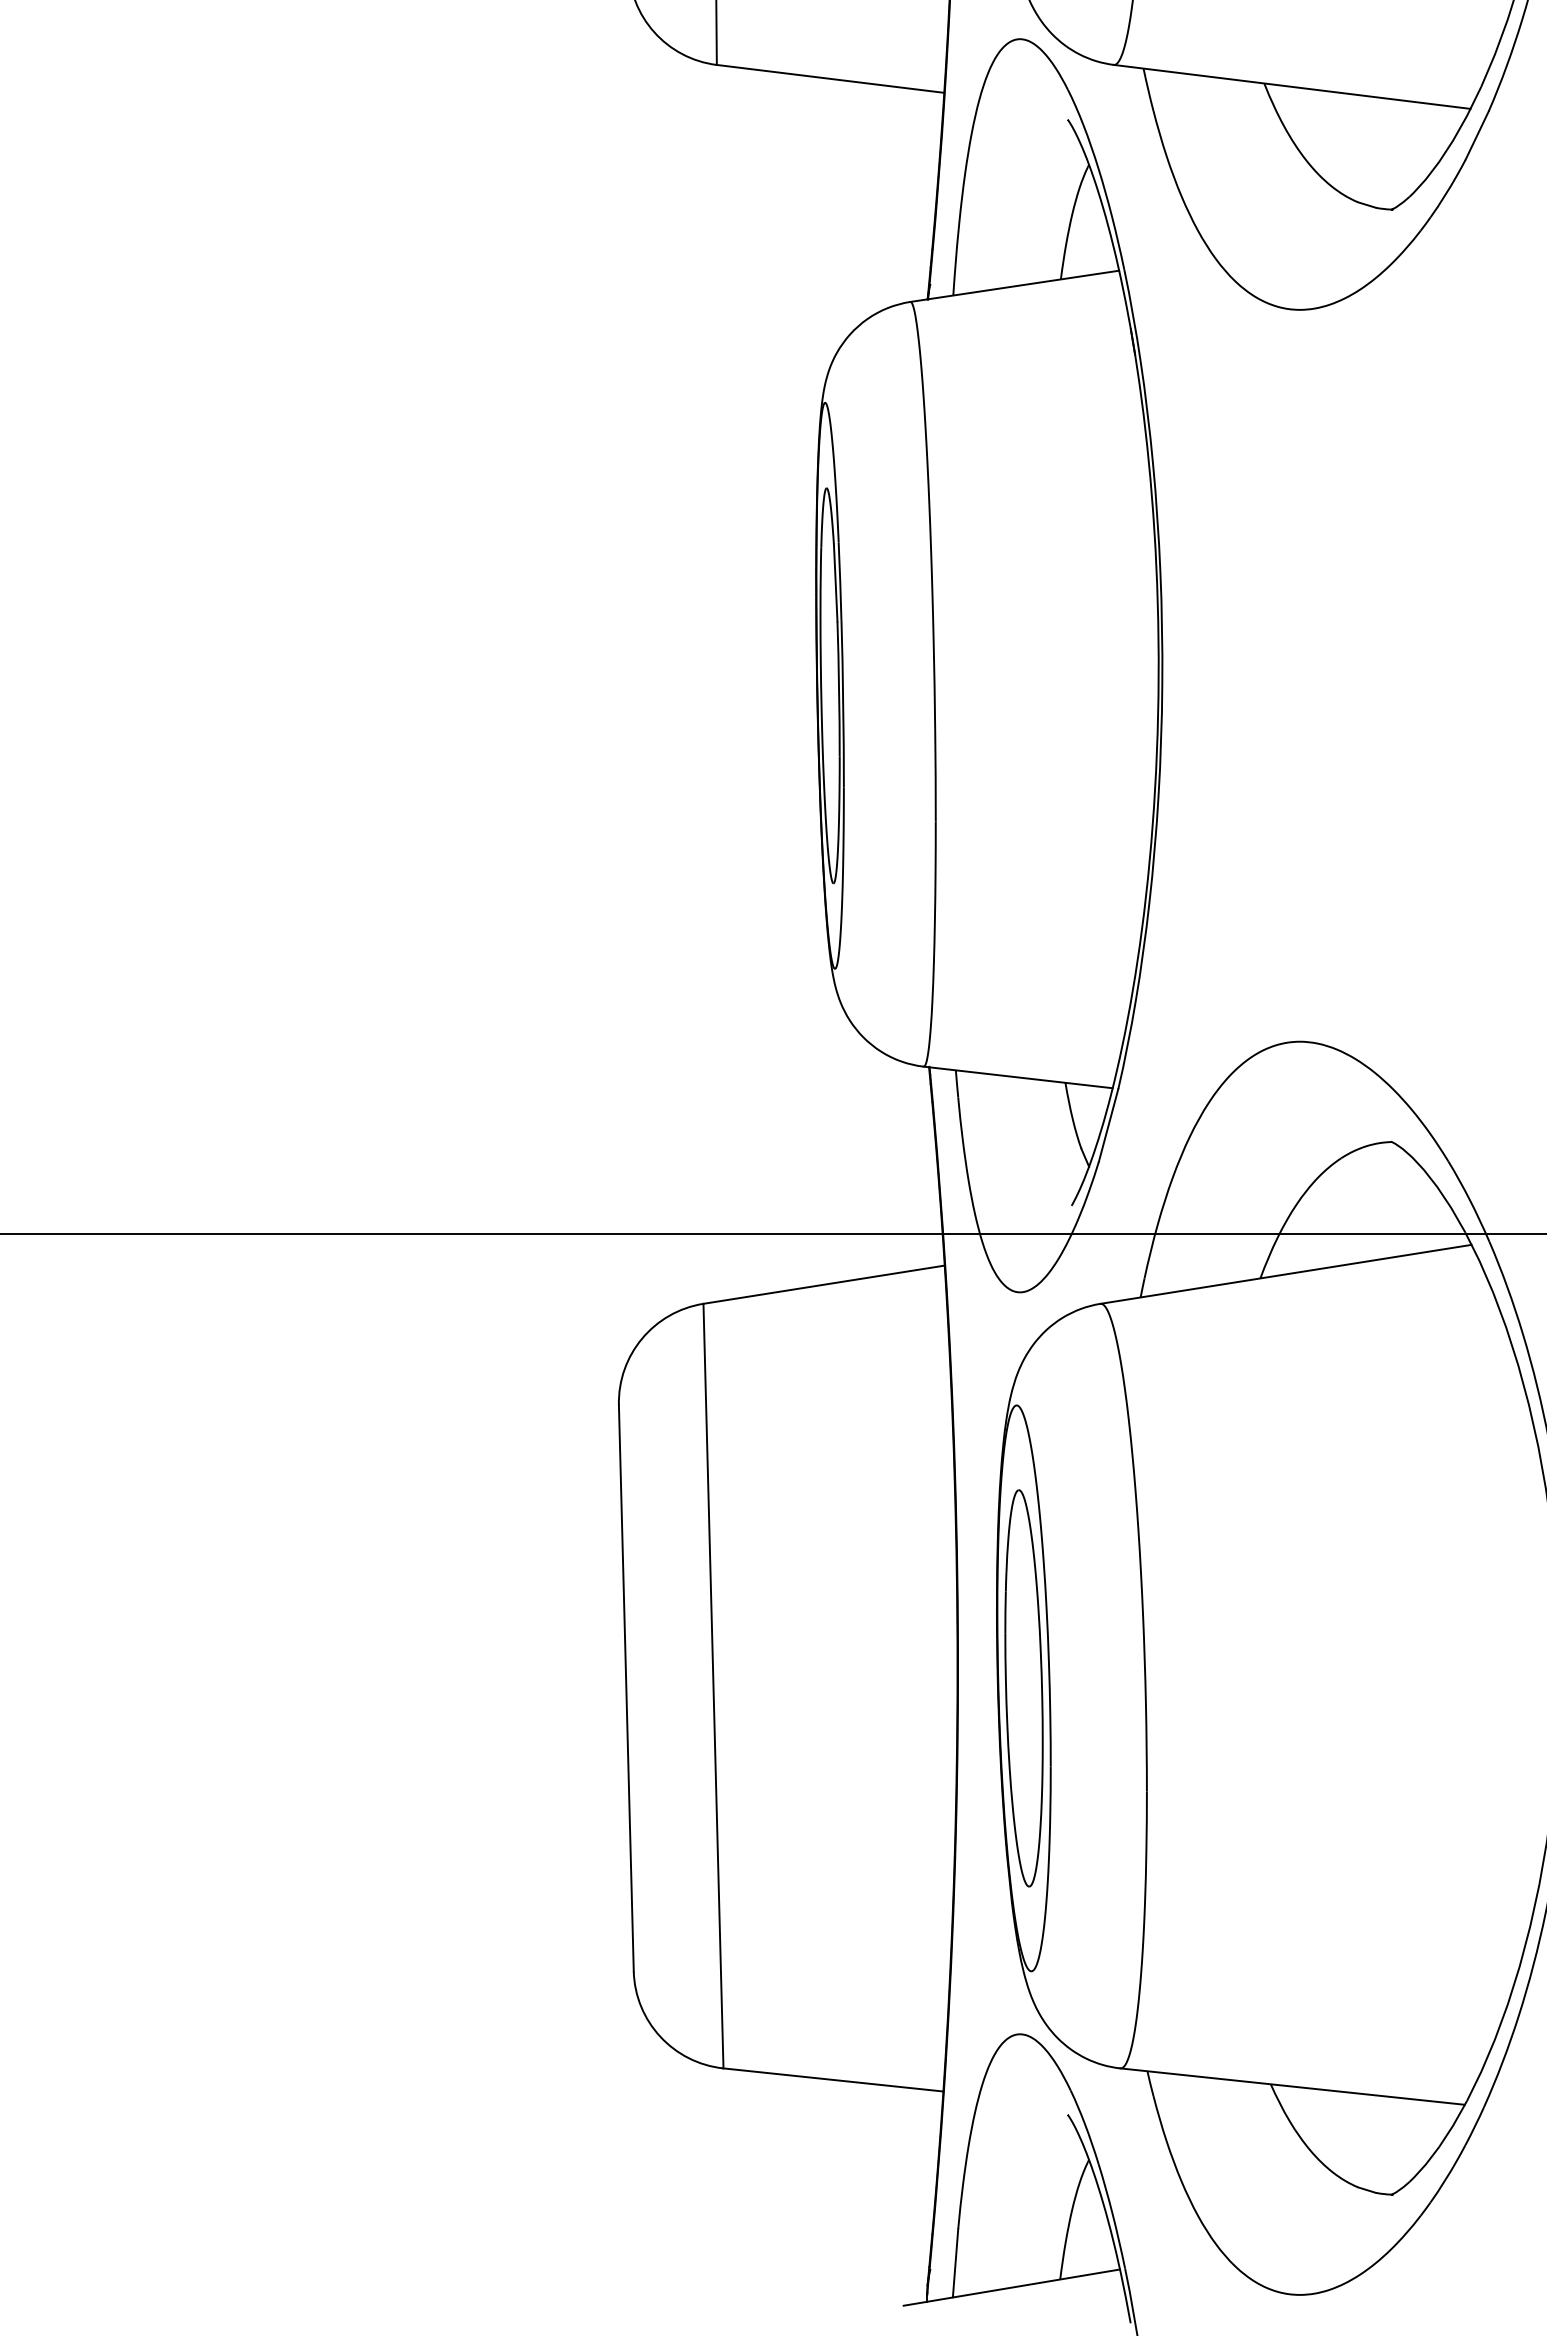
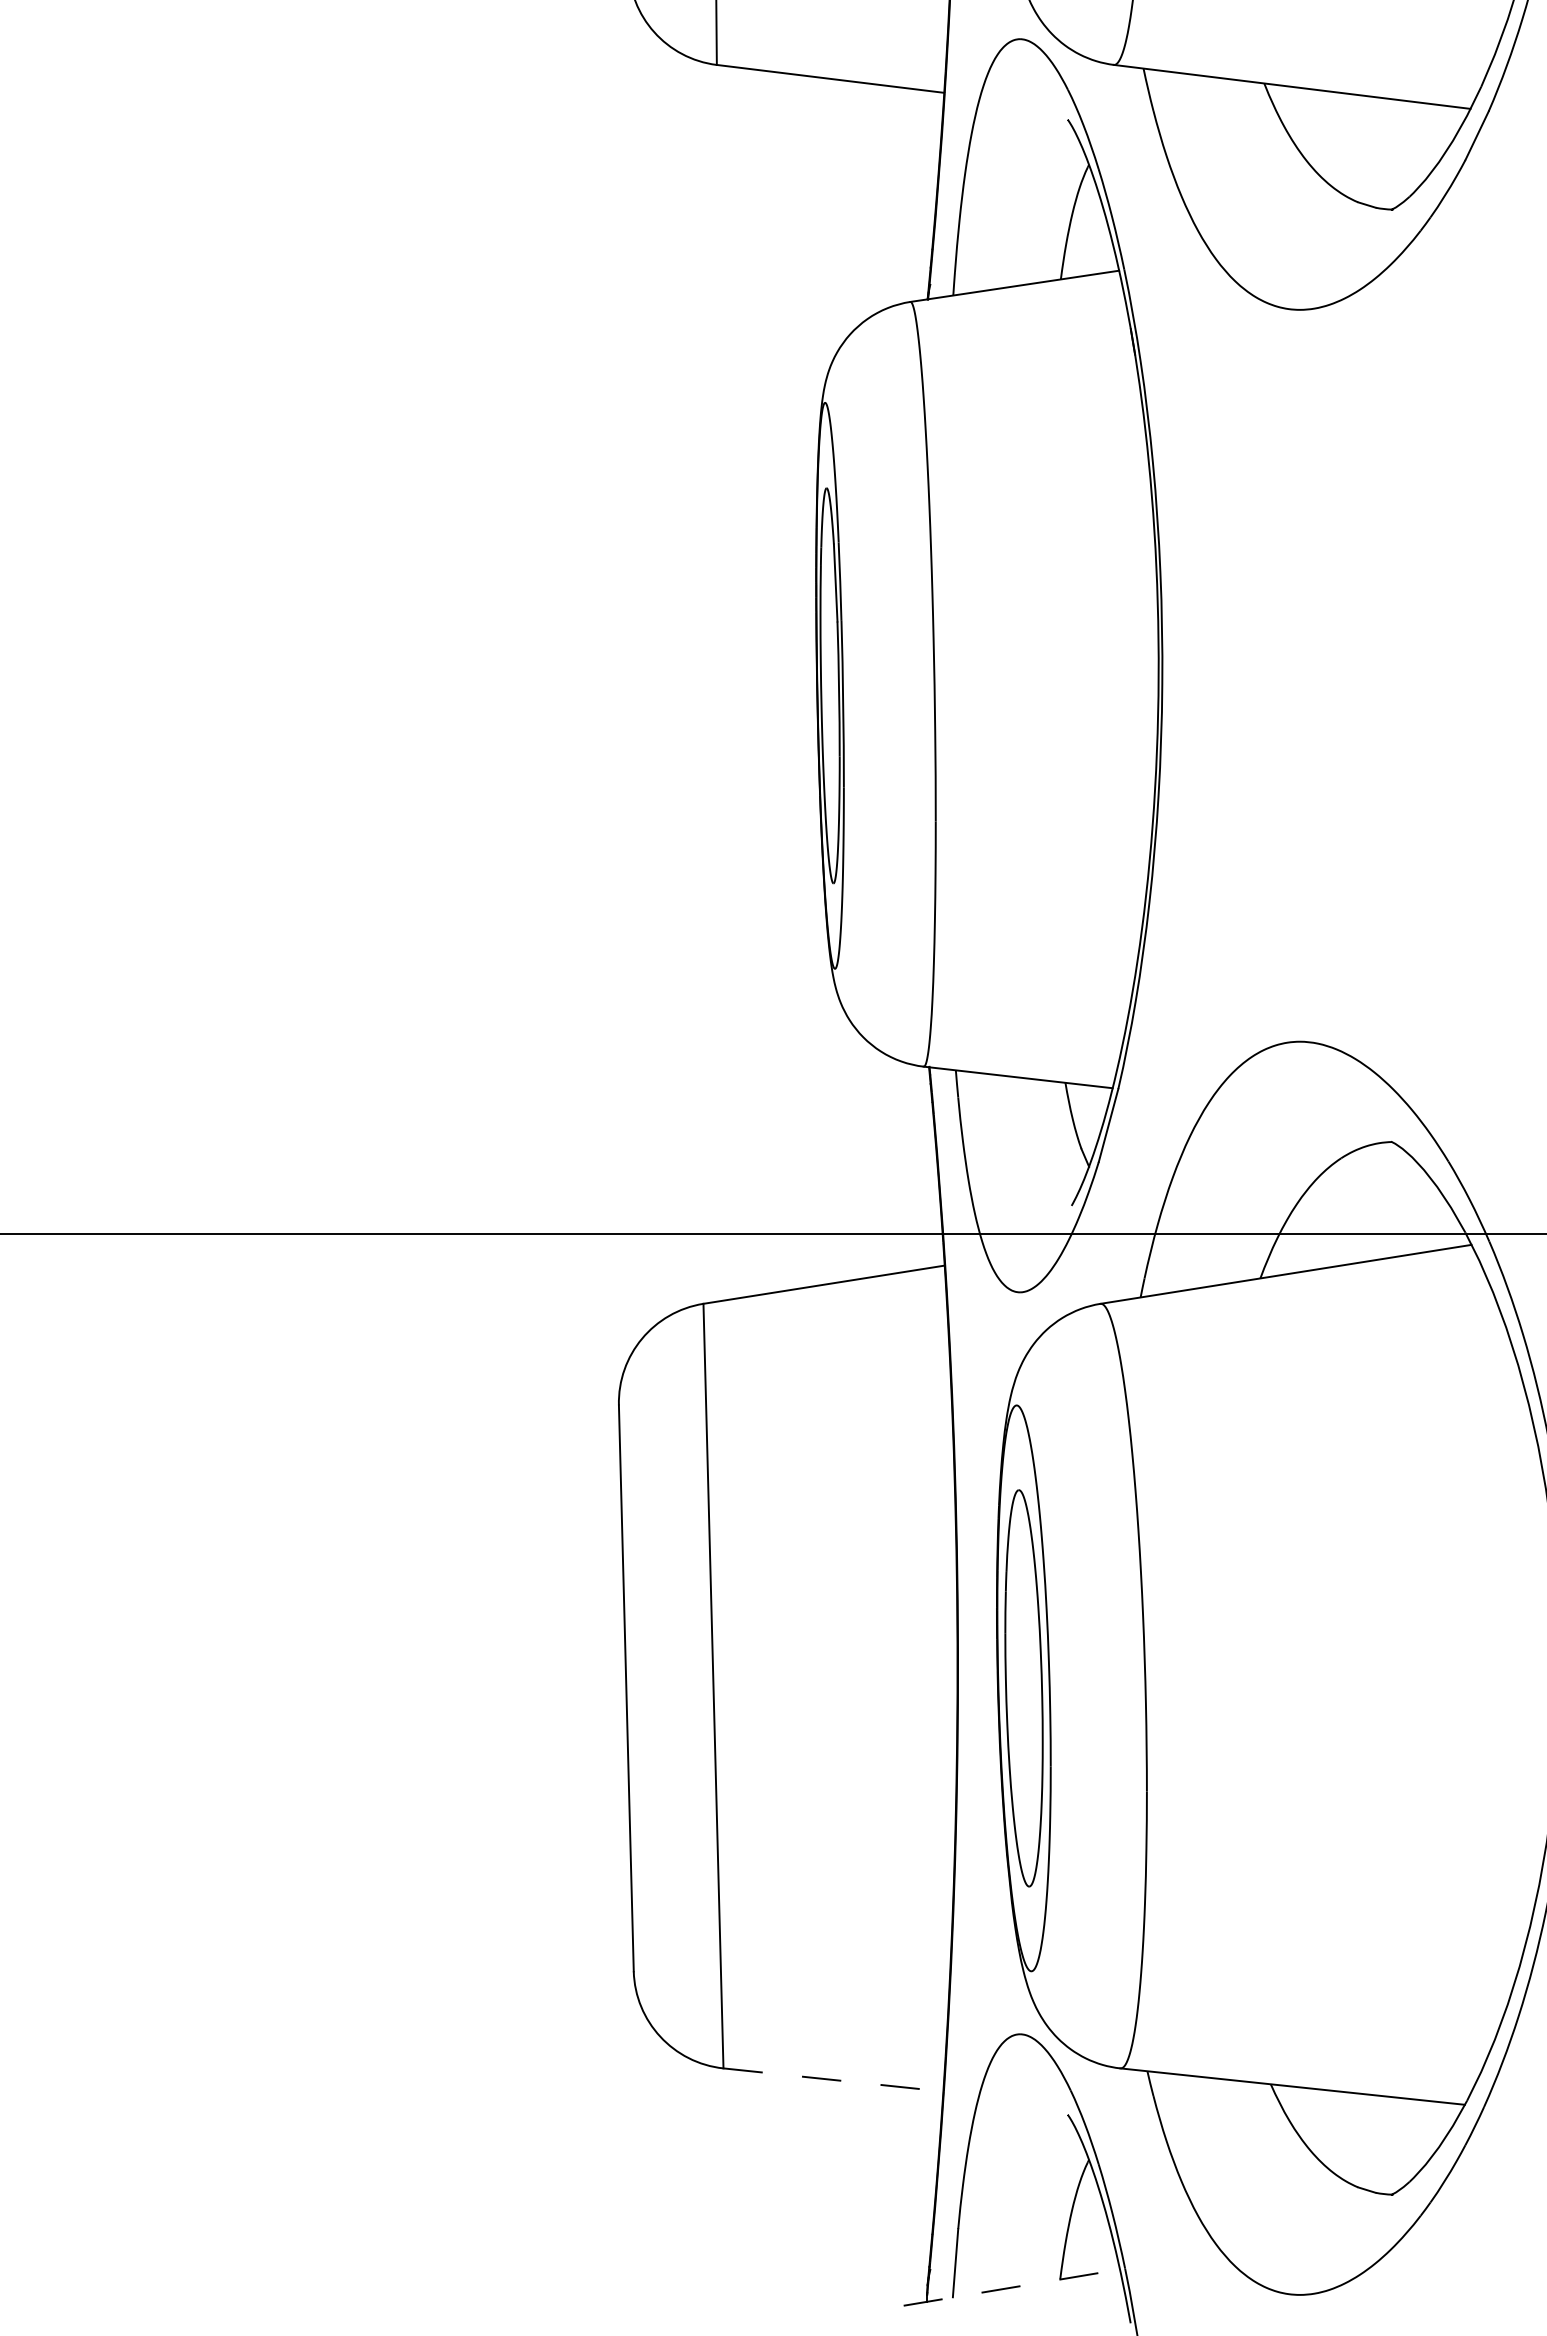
line at (833, 2079): solid -> dashed
line at (1011, 2287): solid -> dashed
